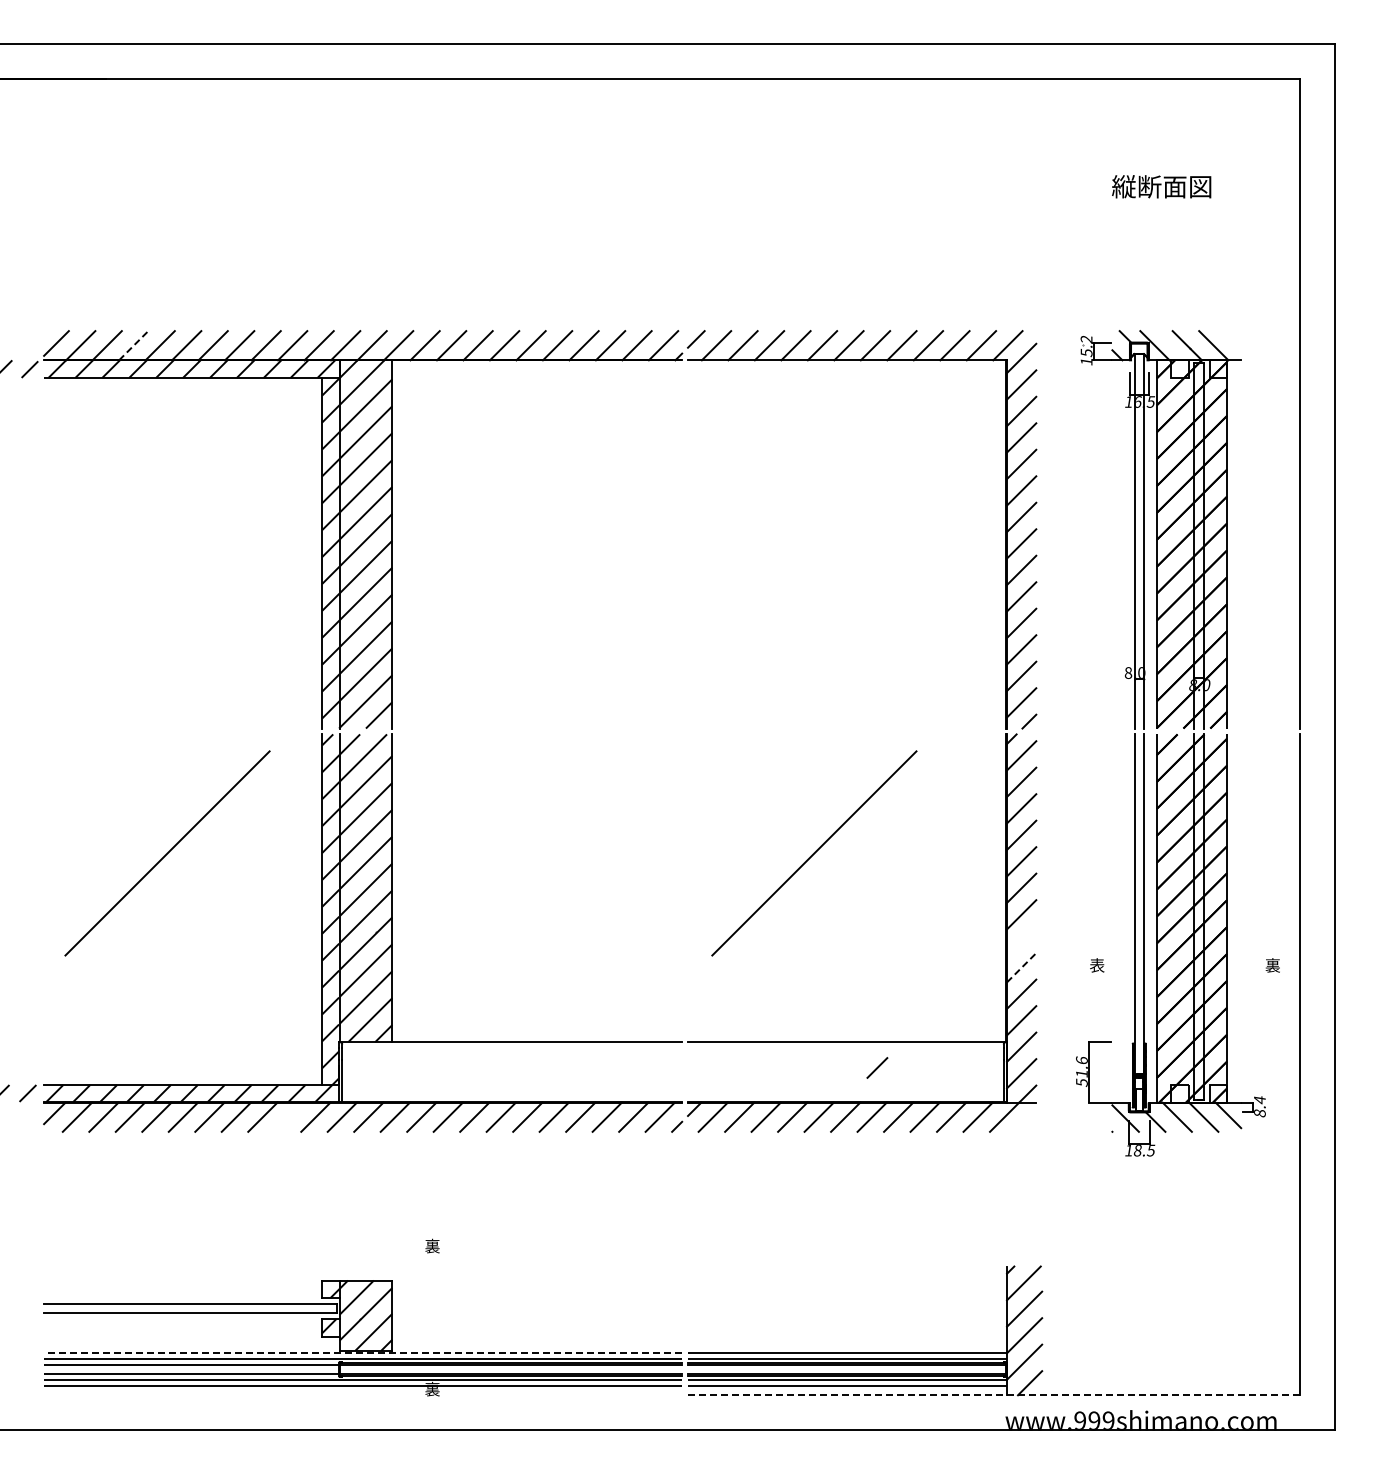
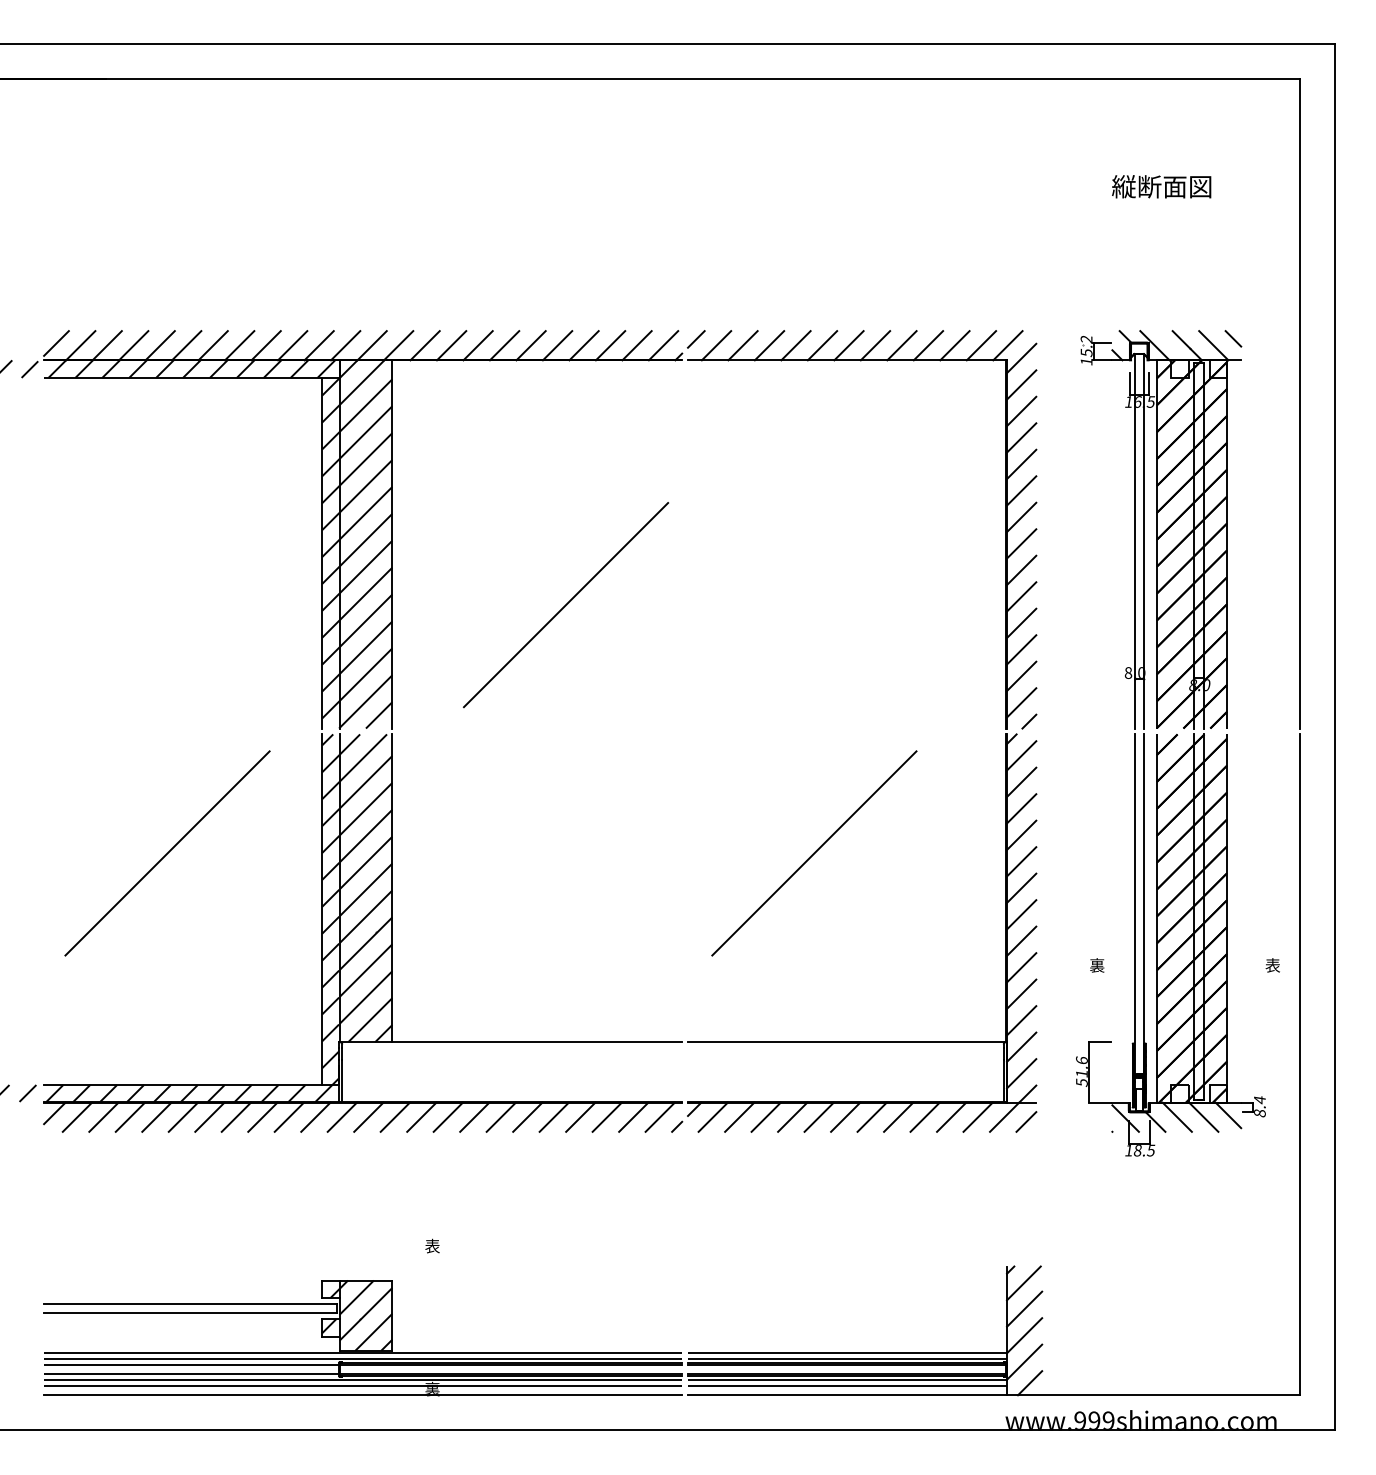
line at (1233, 338): none -> present
line at (133, 345): dashed -> solid
line at (565, 605): none -> present
line at (1021, 940): none -> present
text at (1097, 965): 表 -> 裏
text at (1272, 965): 裏 -> 表
line at (1021, 967): dashed -> solid
line at (877, 1067) position: (877, 1067) -> (1026, 1121)
line at (289, 1116): none -> present
text at (432, 1246): 裏 -> 表
line at (362, 1352): dashed -> solid
line at (363, 1395): none -> present
line at (993, 1395): dashed -> solid
